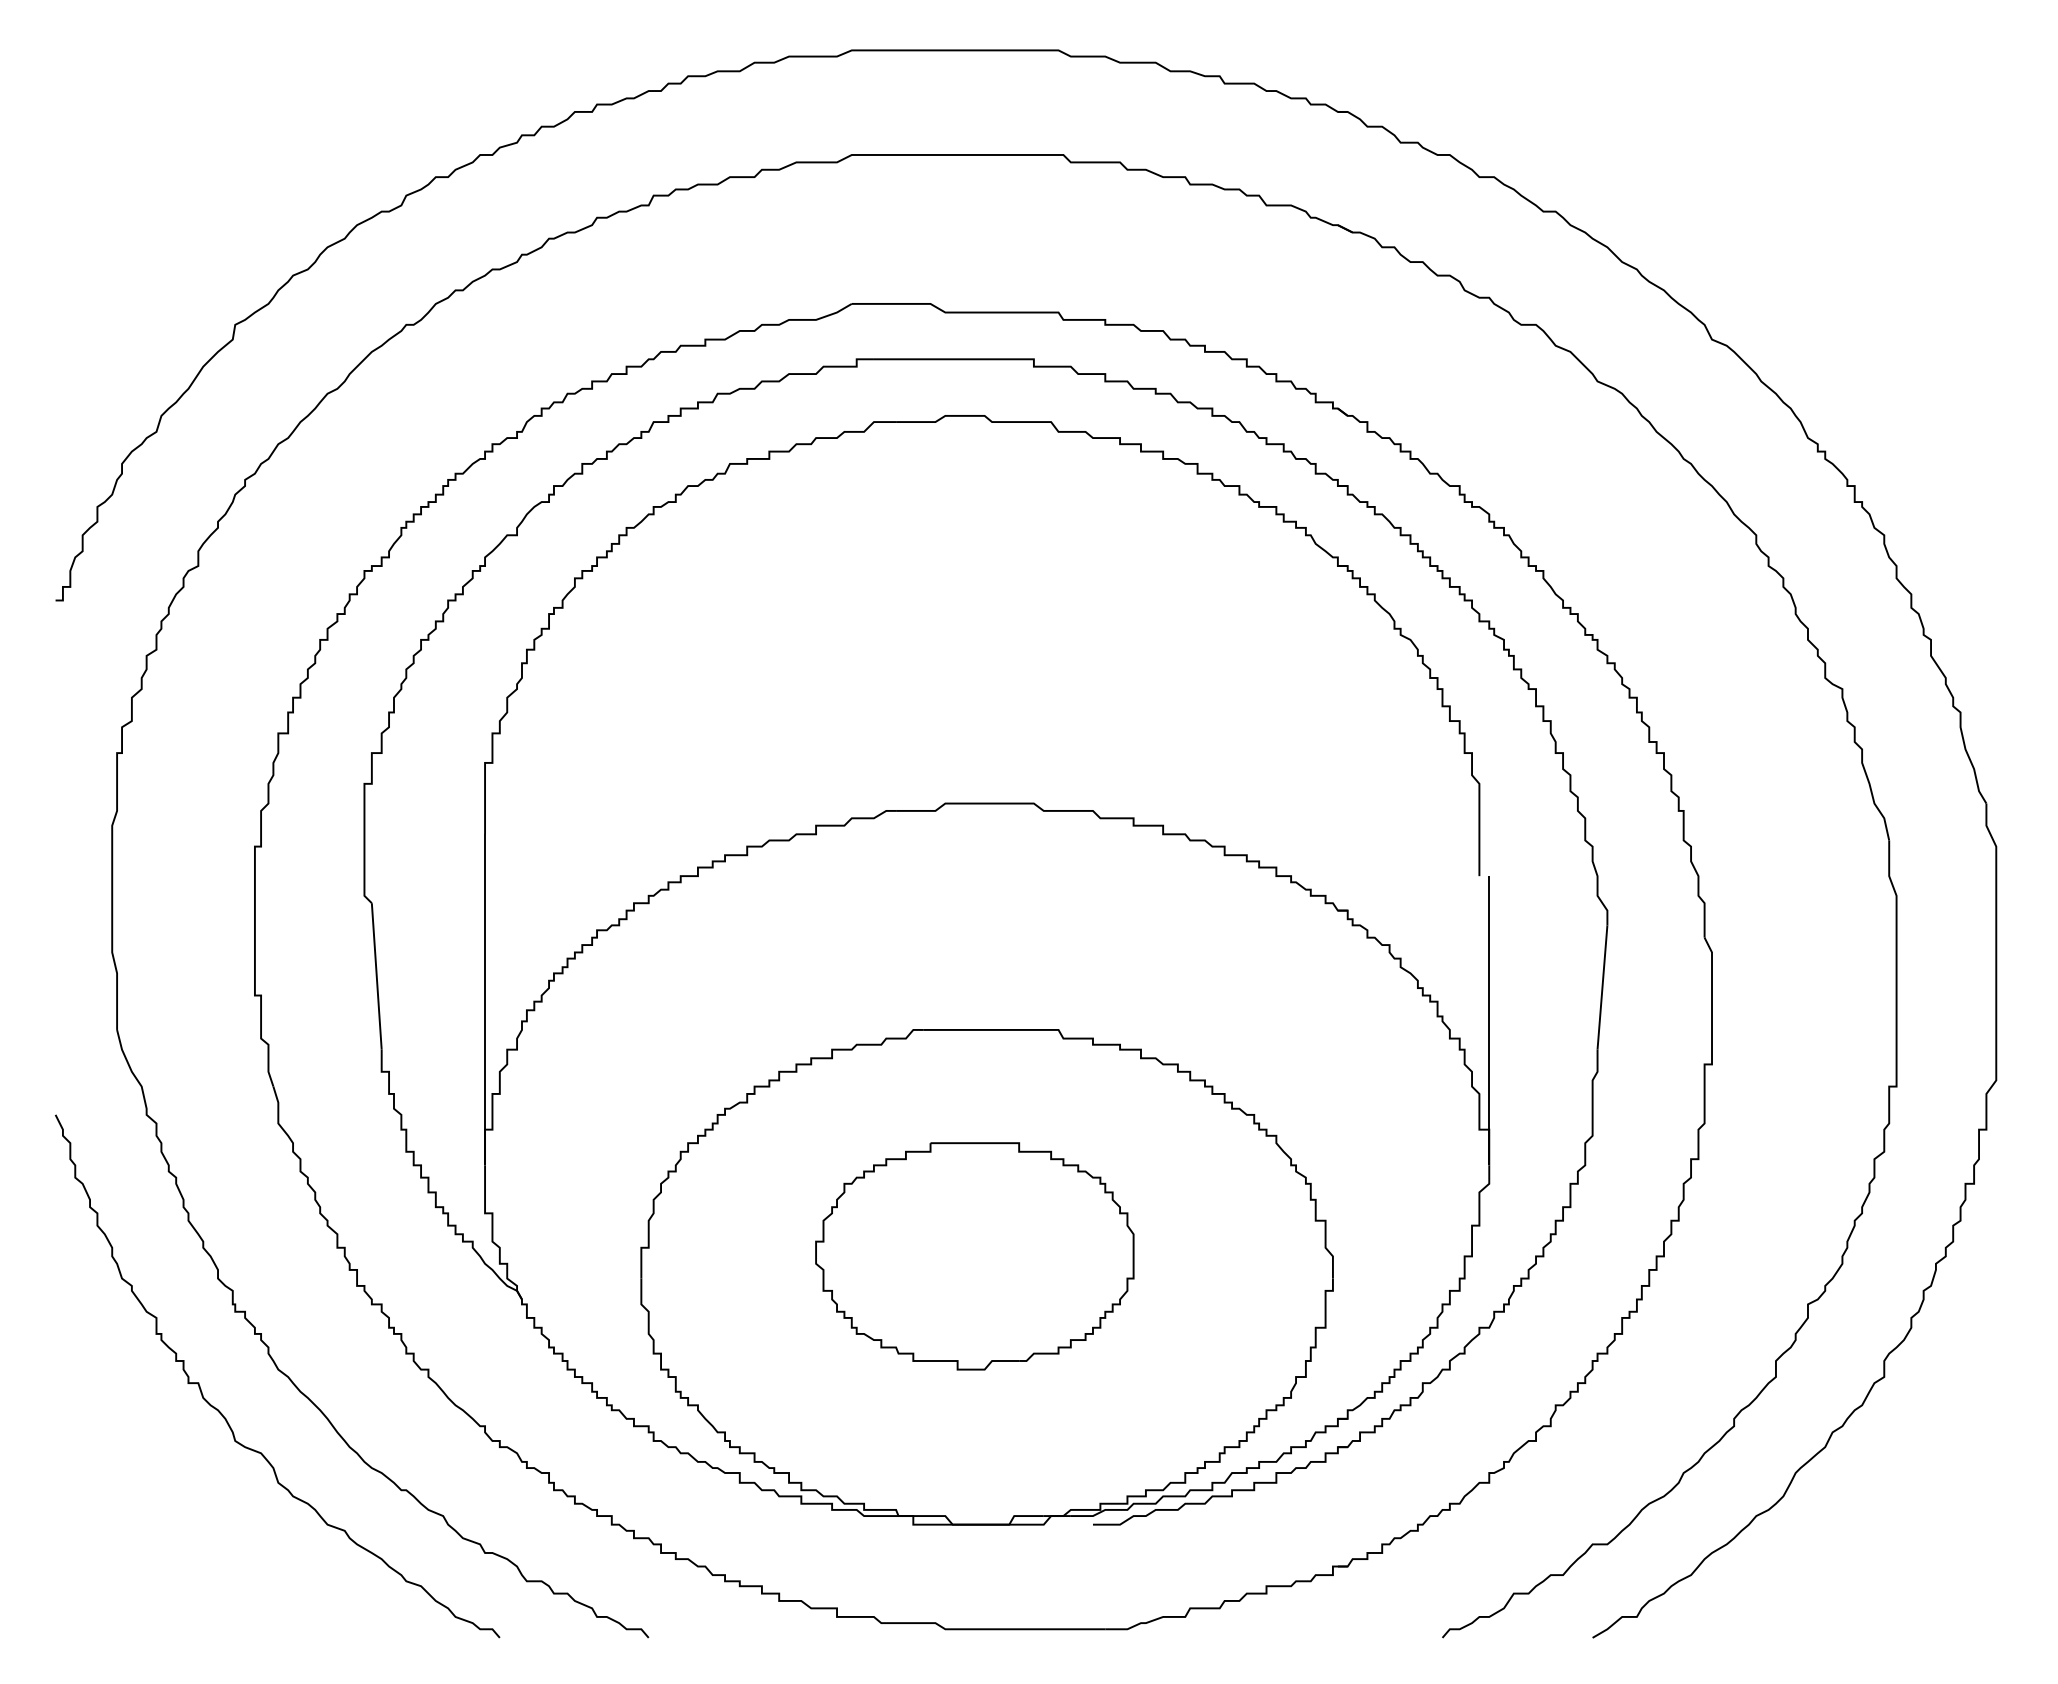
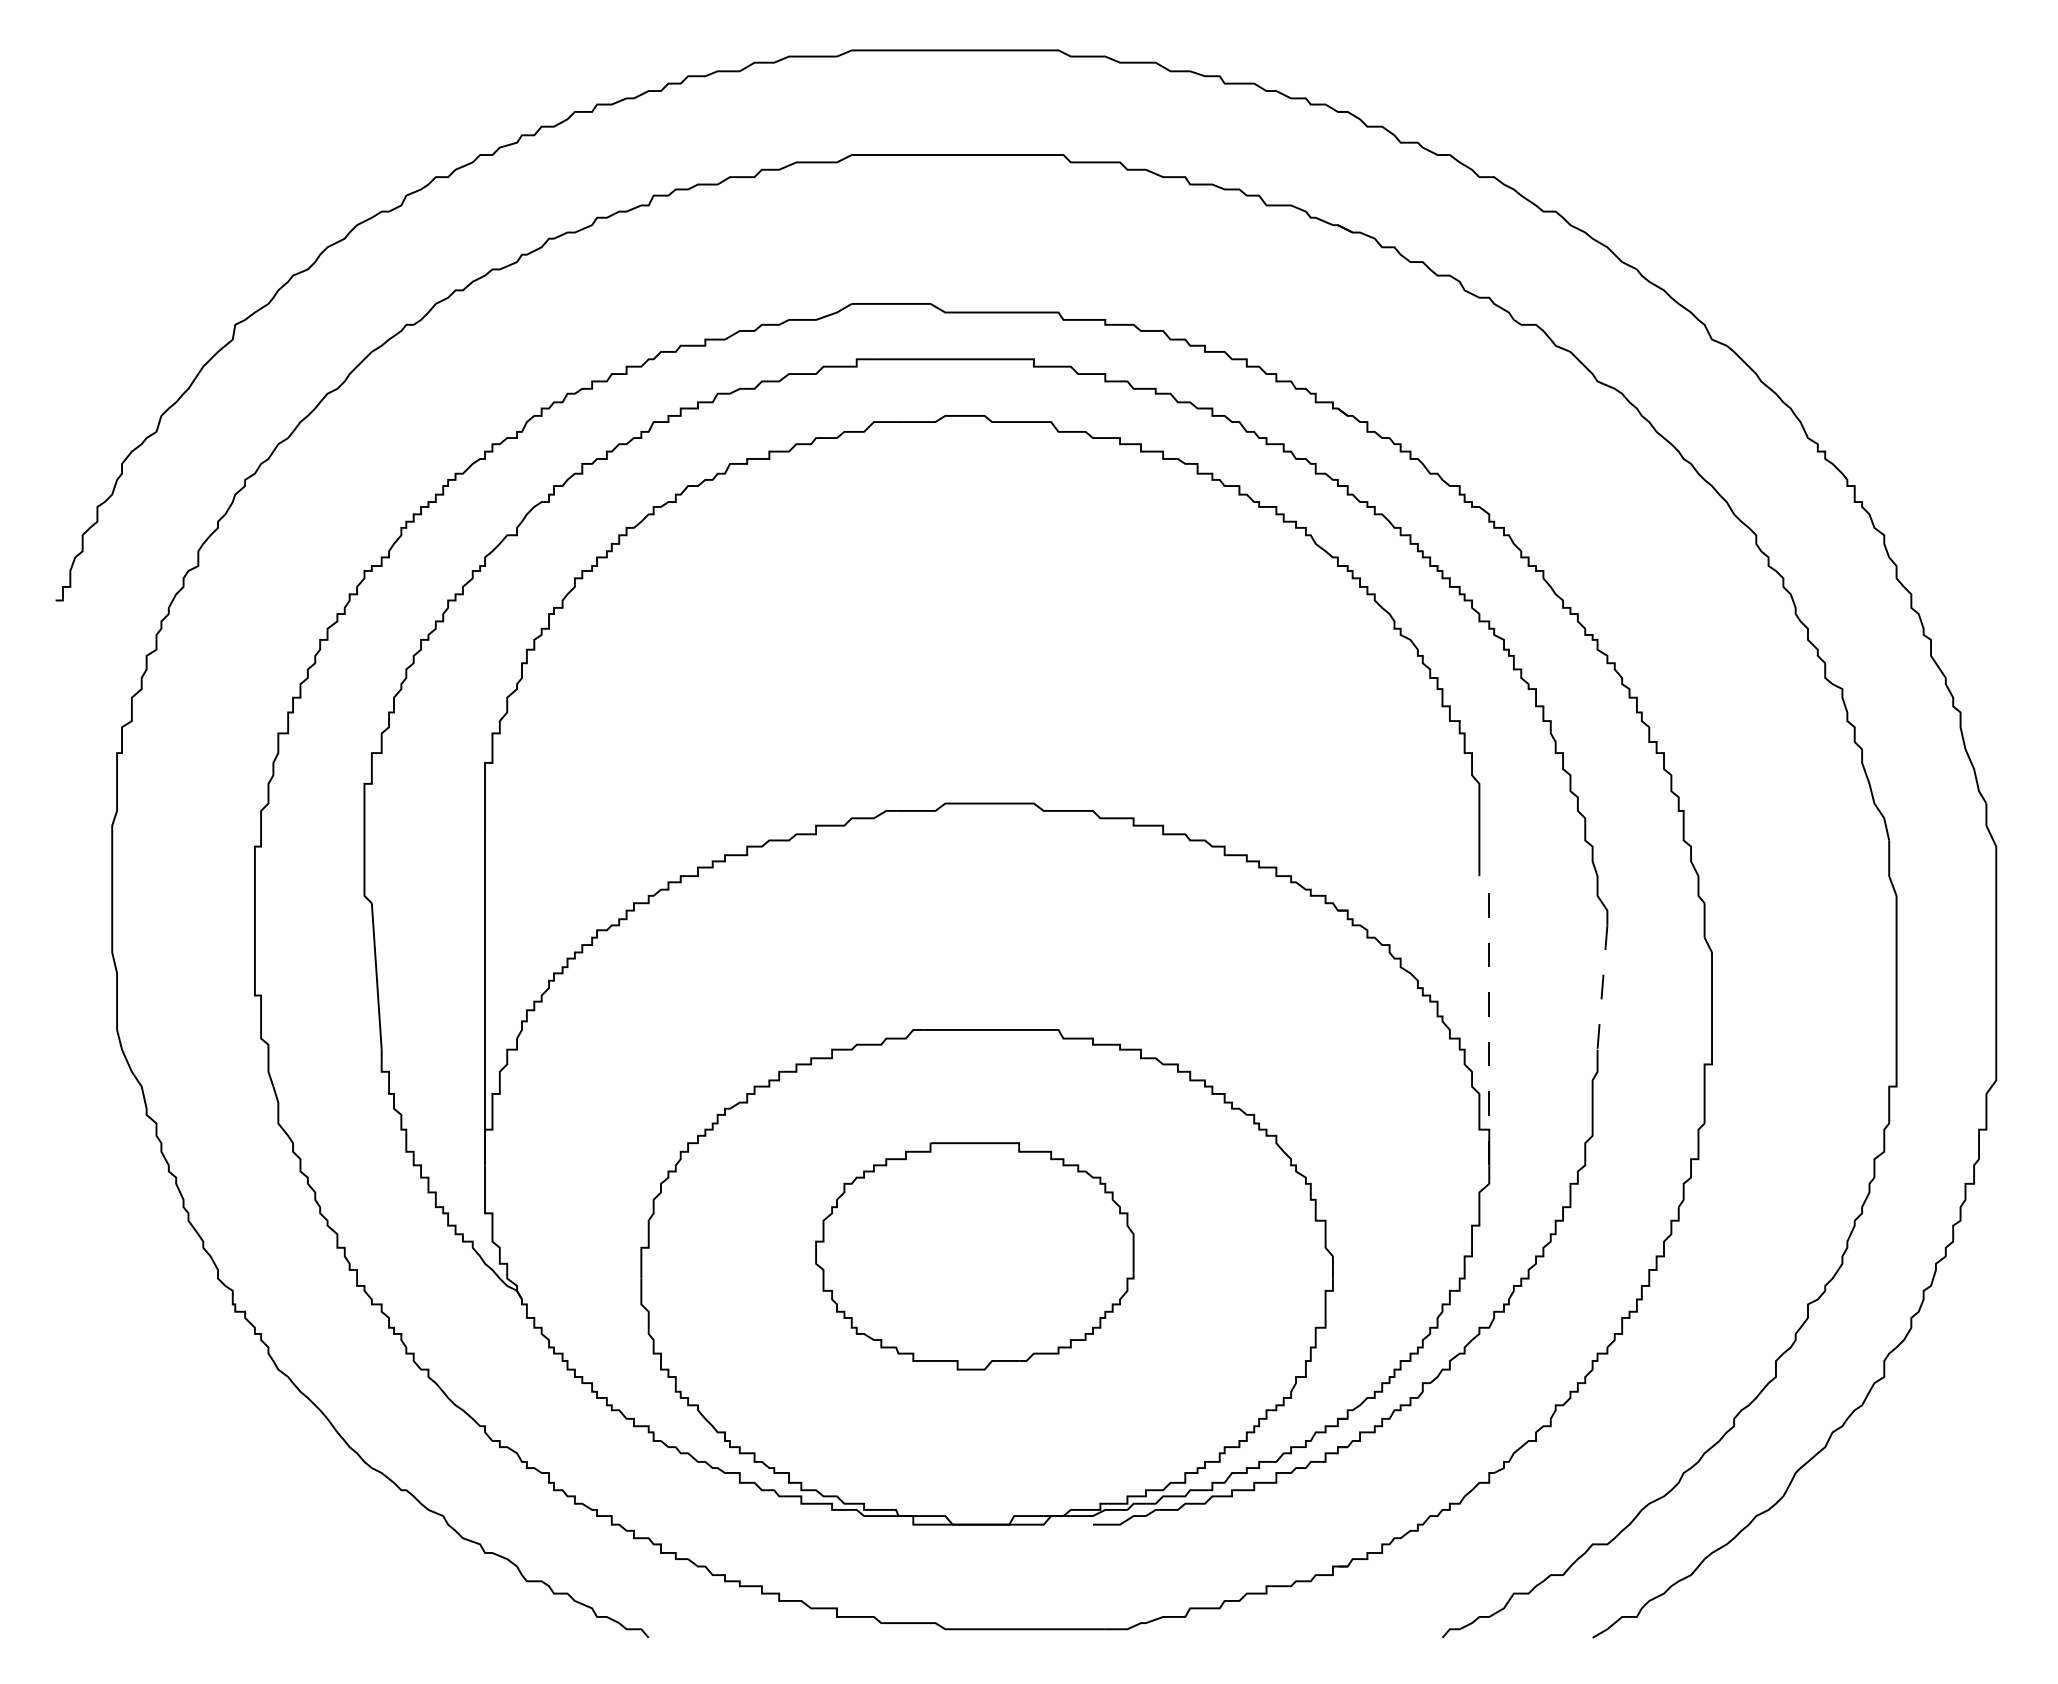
line at (1602, 988): solid -> dashed
line at (1489, 1020): solid -> dashed
curve at (226, 1418): present -> none
